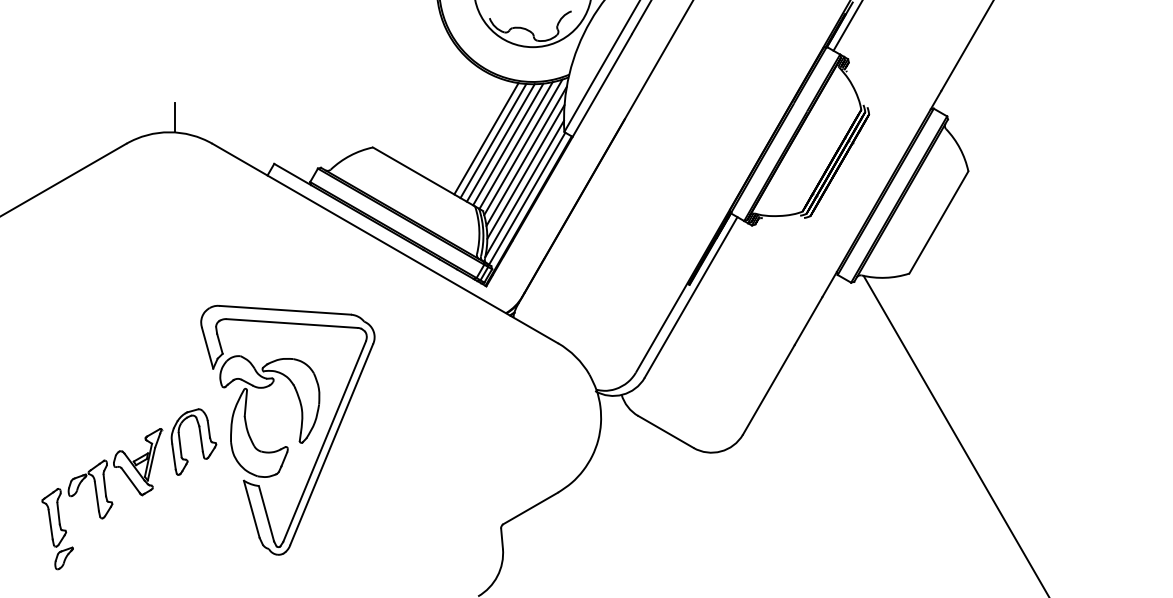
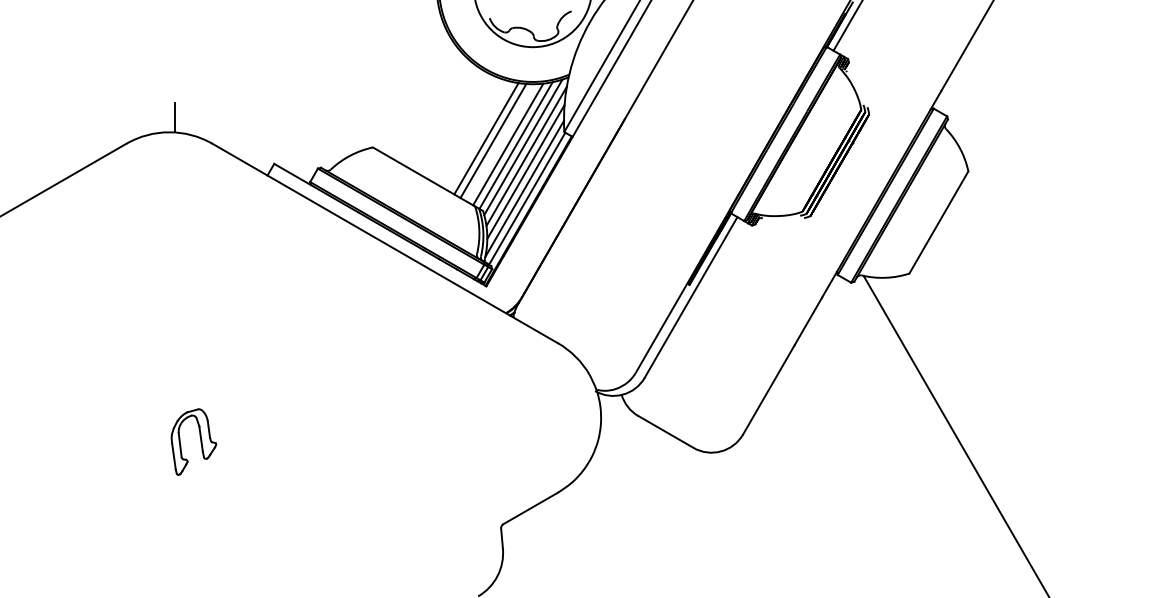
line at (500, 142): present -> none
part at (299, 433): present -> none
part at (102, 499): present -> none
